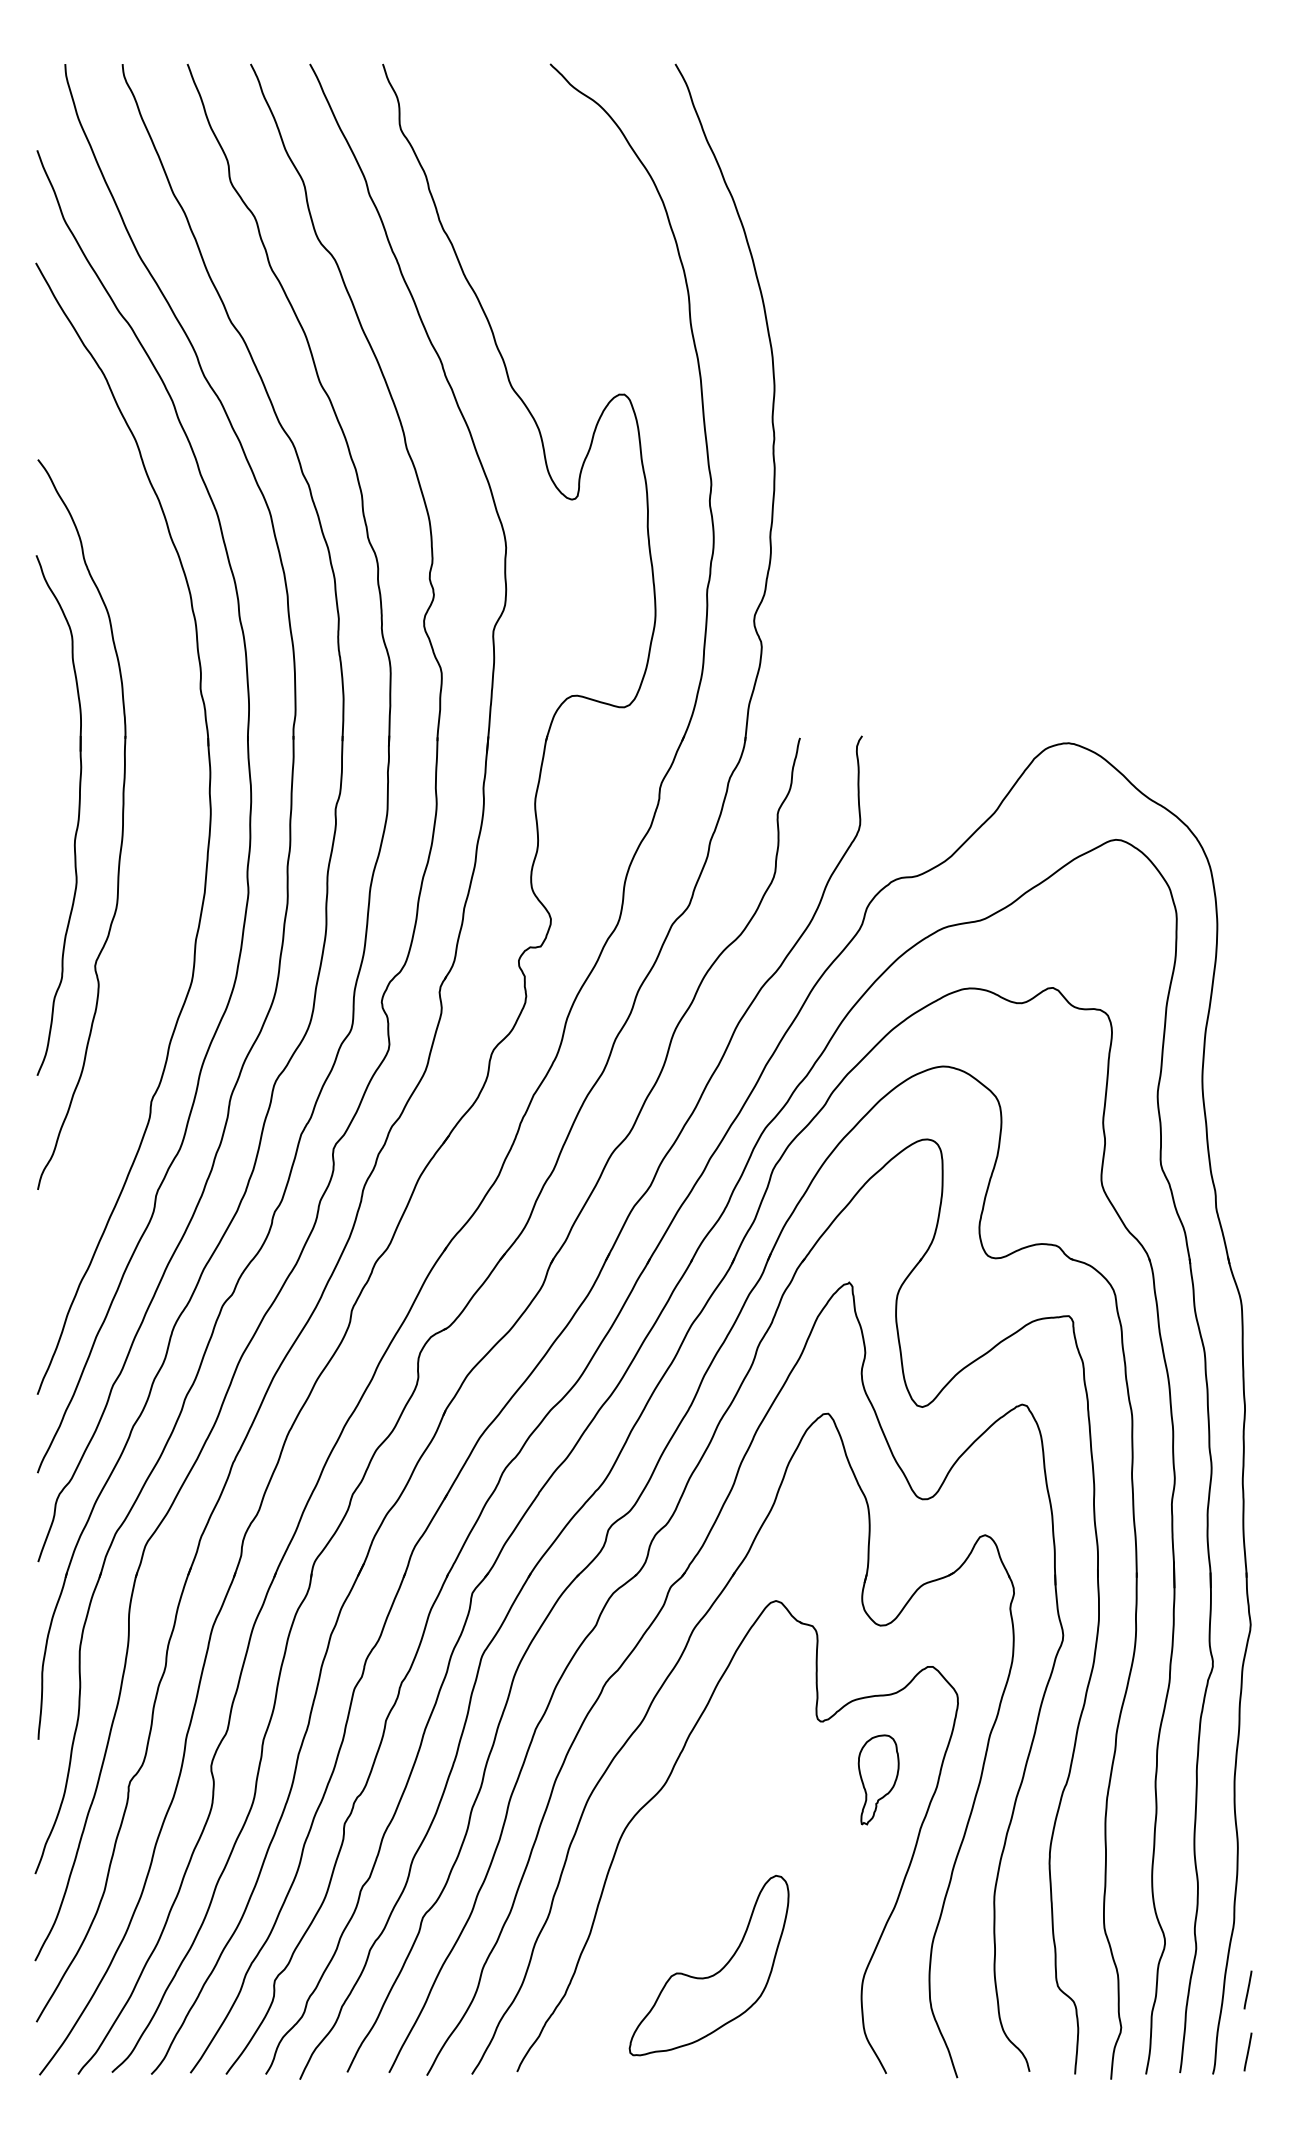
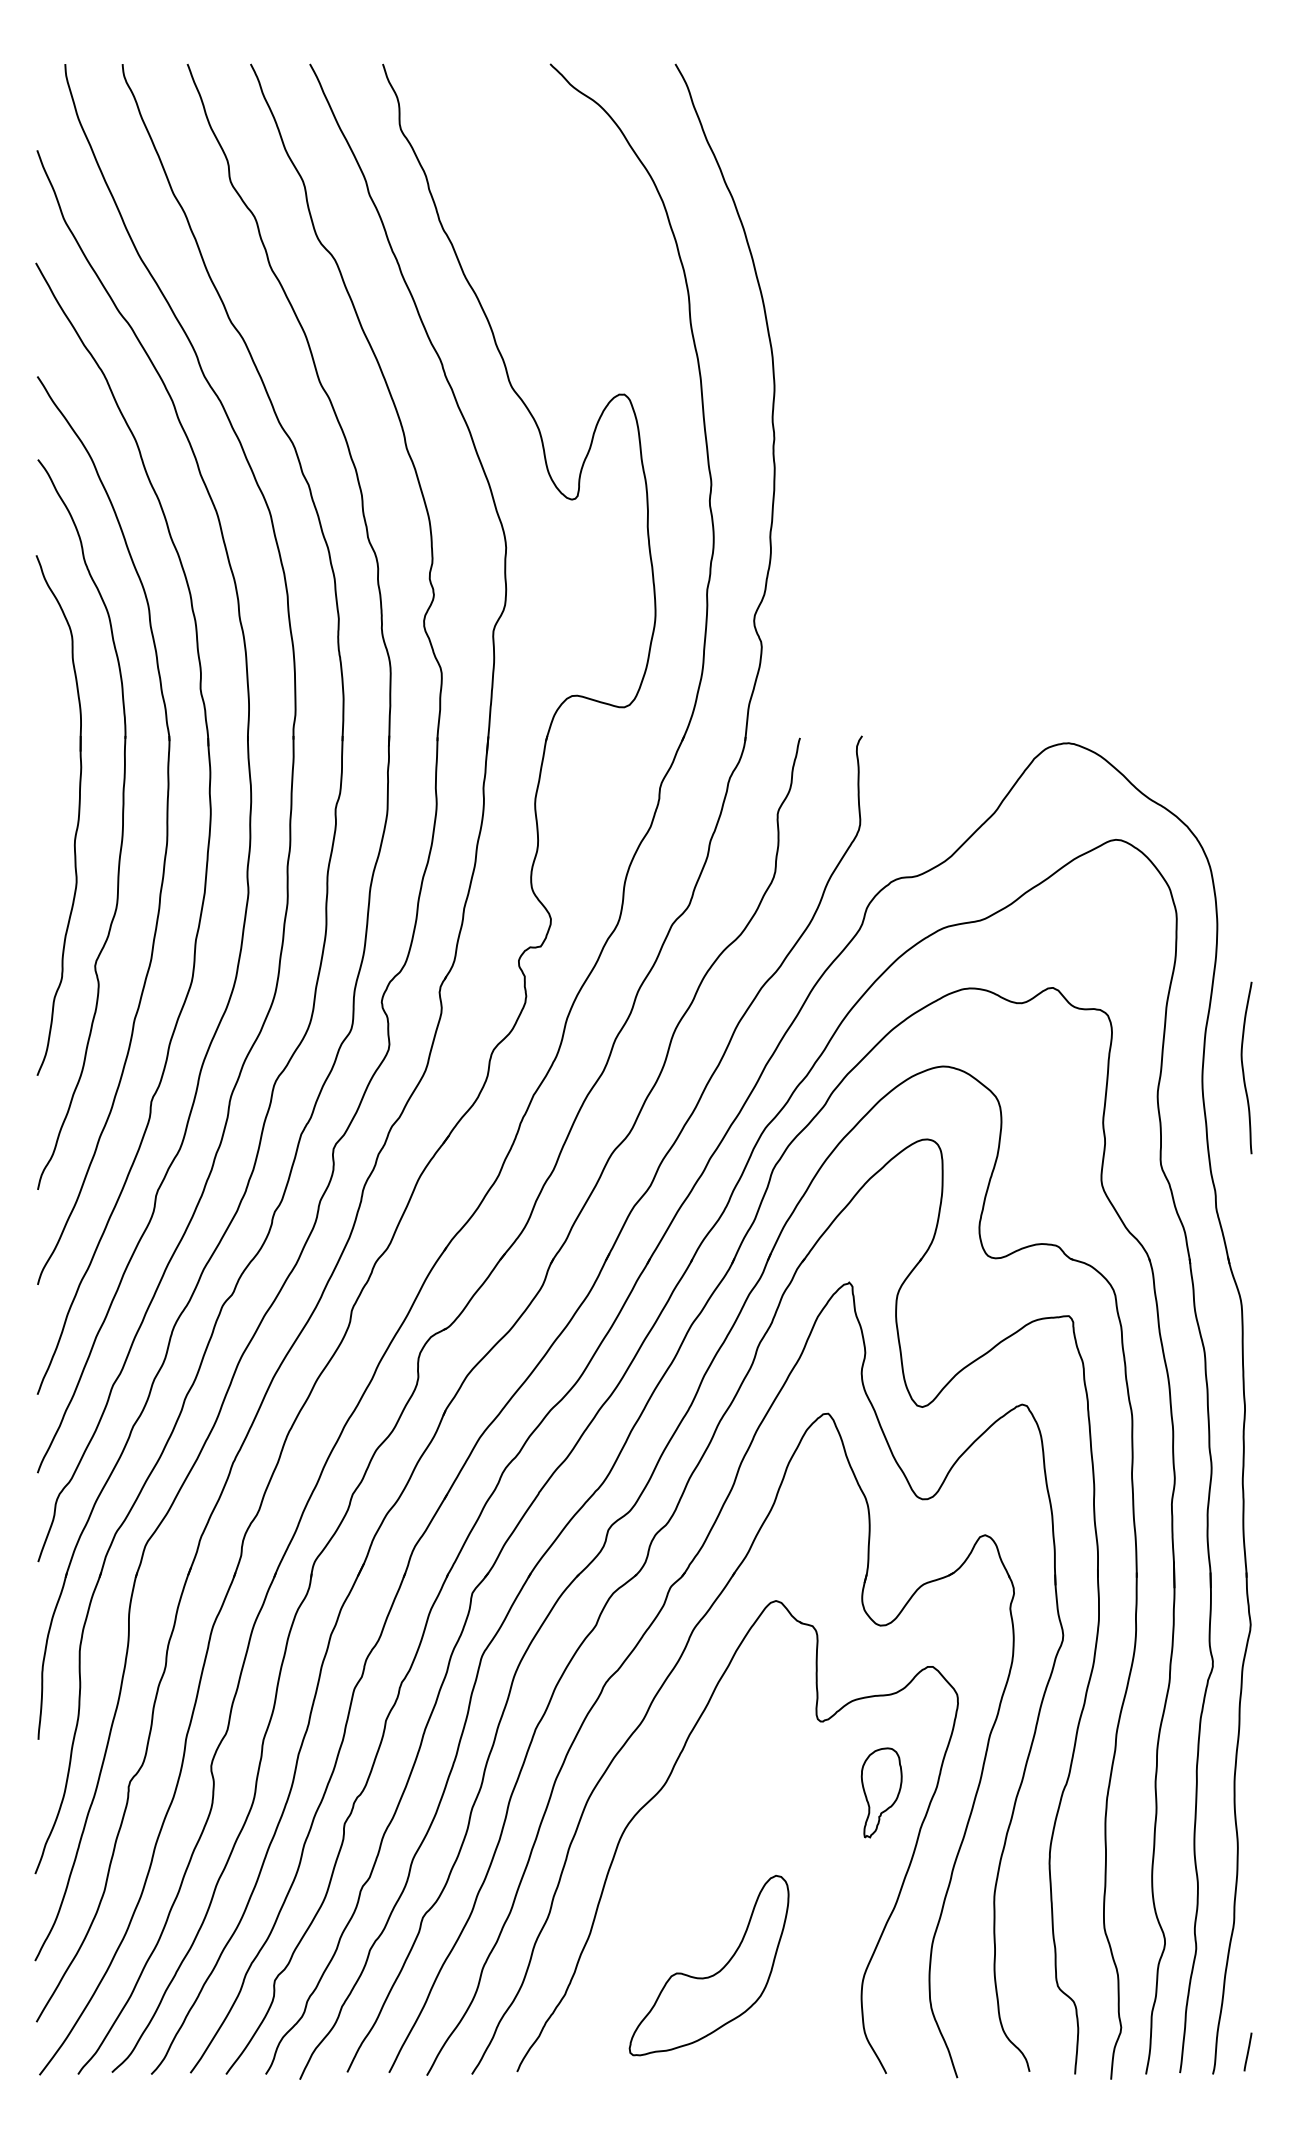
part at (166, 830): none -> present
curve at (1243, 1067): none -> present
part at (878, 1779) position: (878, 1779) -> (881, 1792)
line at (1247, 1989): present -> none
